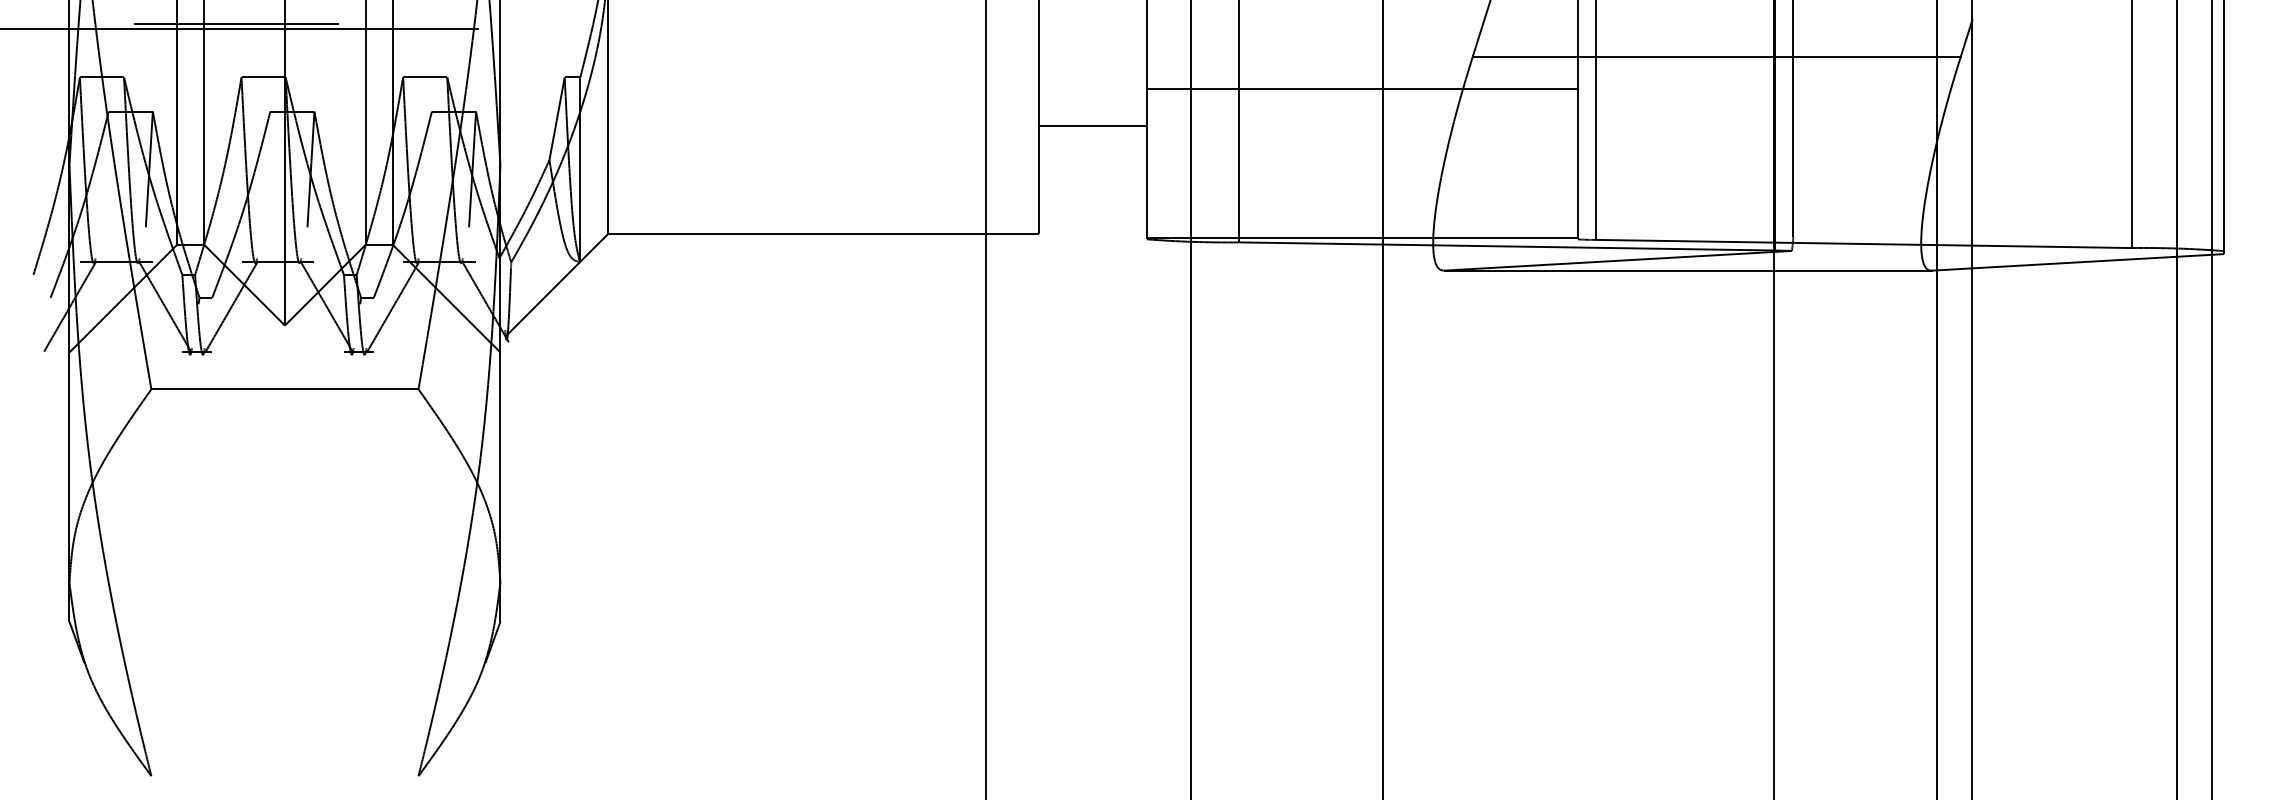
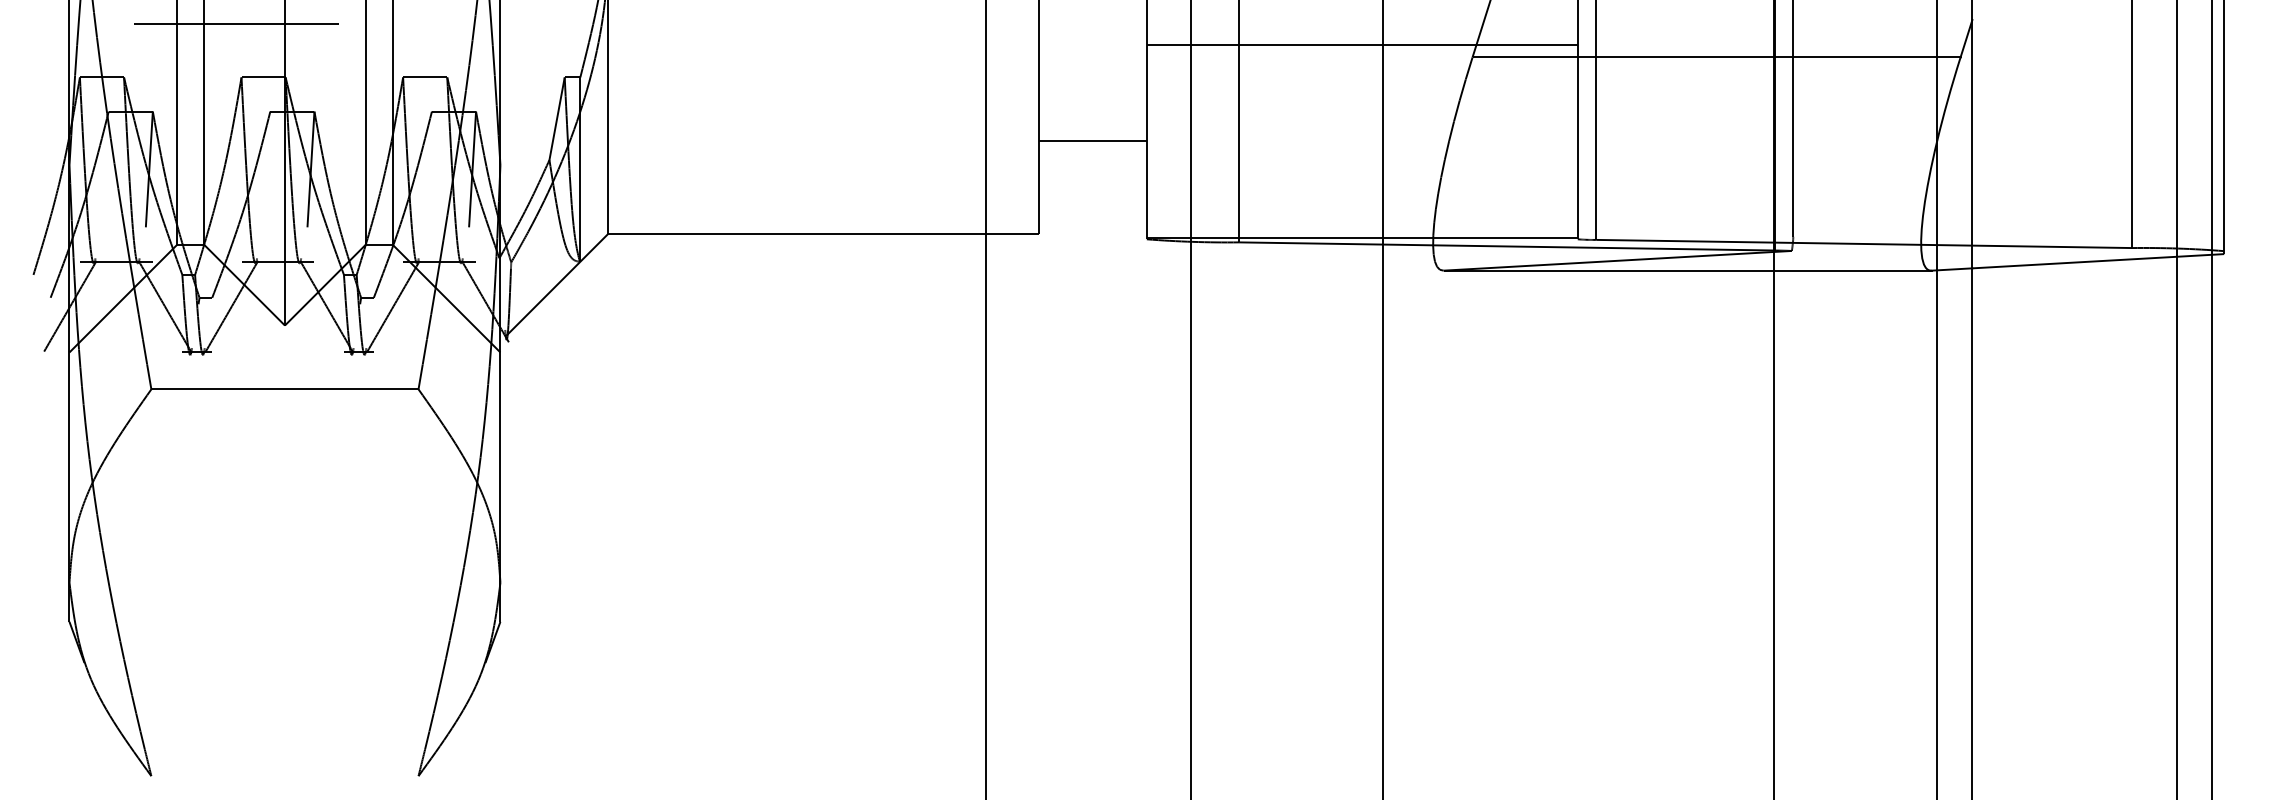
line at (240, 29): present -> none
line at (1361, 88) position: (1361, 88) -> (1361, 44)
line at (1092, 126) position: (1092, 126) -> (1092, 141)
